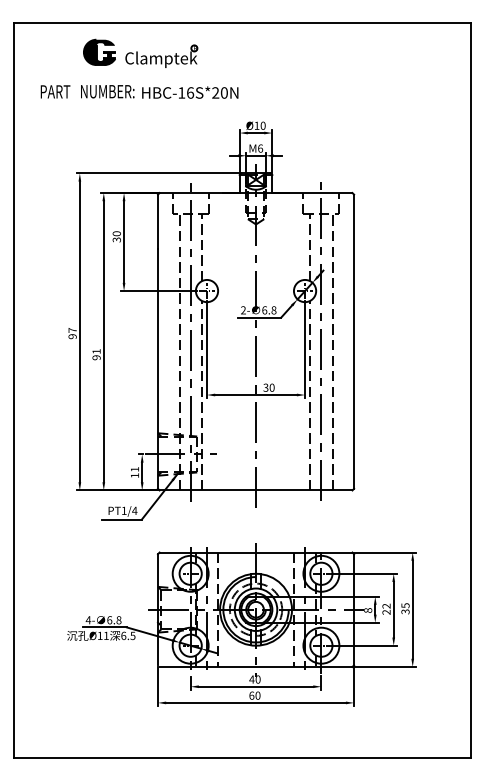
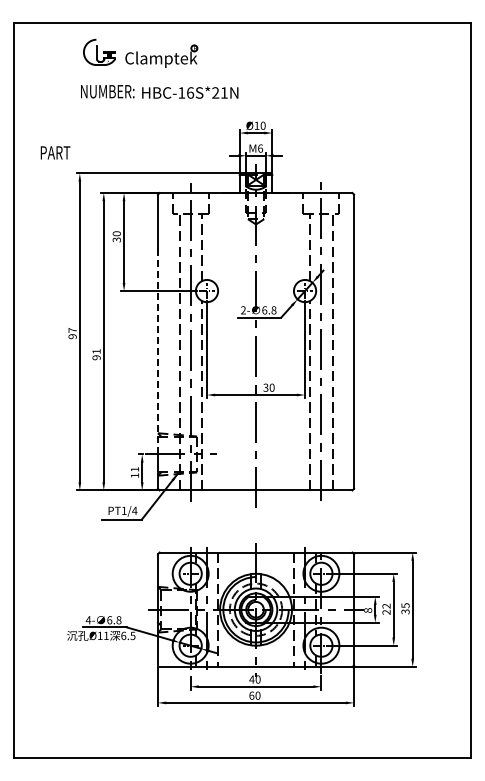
fill at (99, 52): present -> none
text at (55, 91) position: (55, 91) -> (55, 152)
text at (223, 92): HBC-16S*20N -> HBC-16S*21N
line at (158, 351): solid -> dashed
